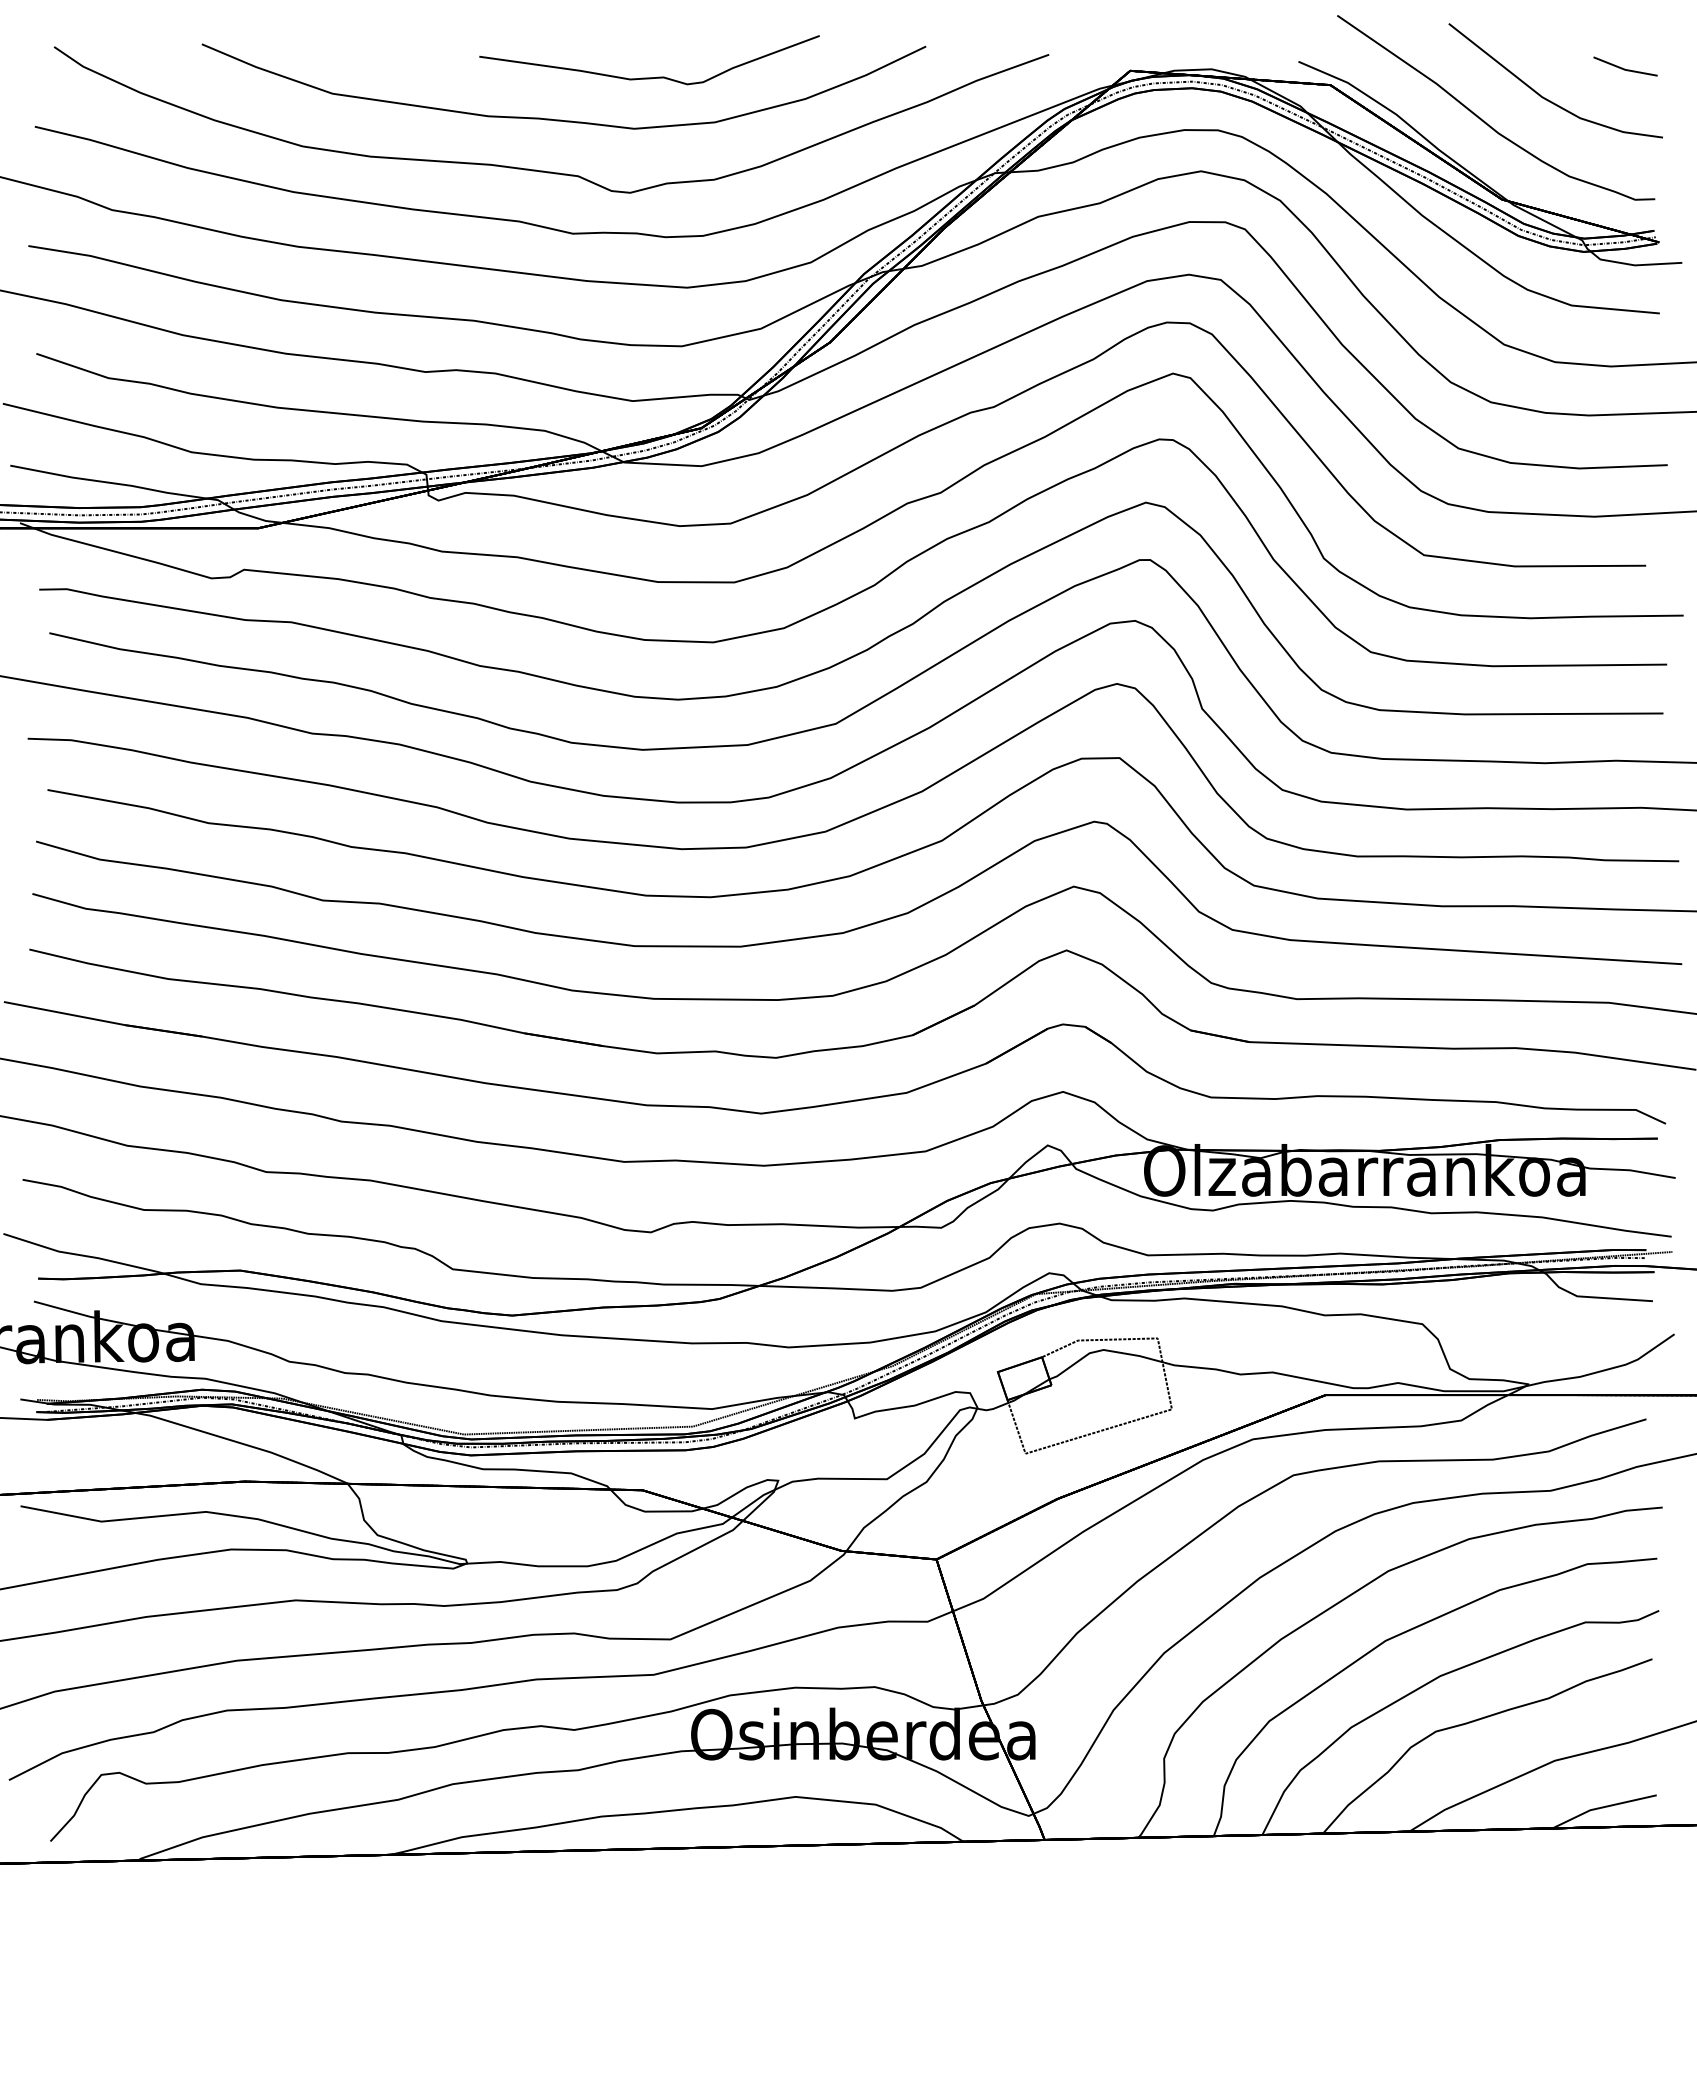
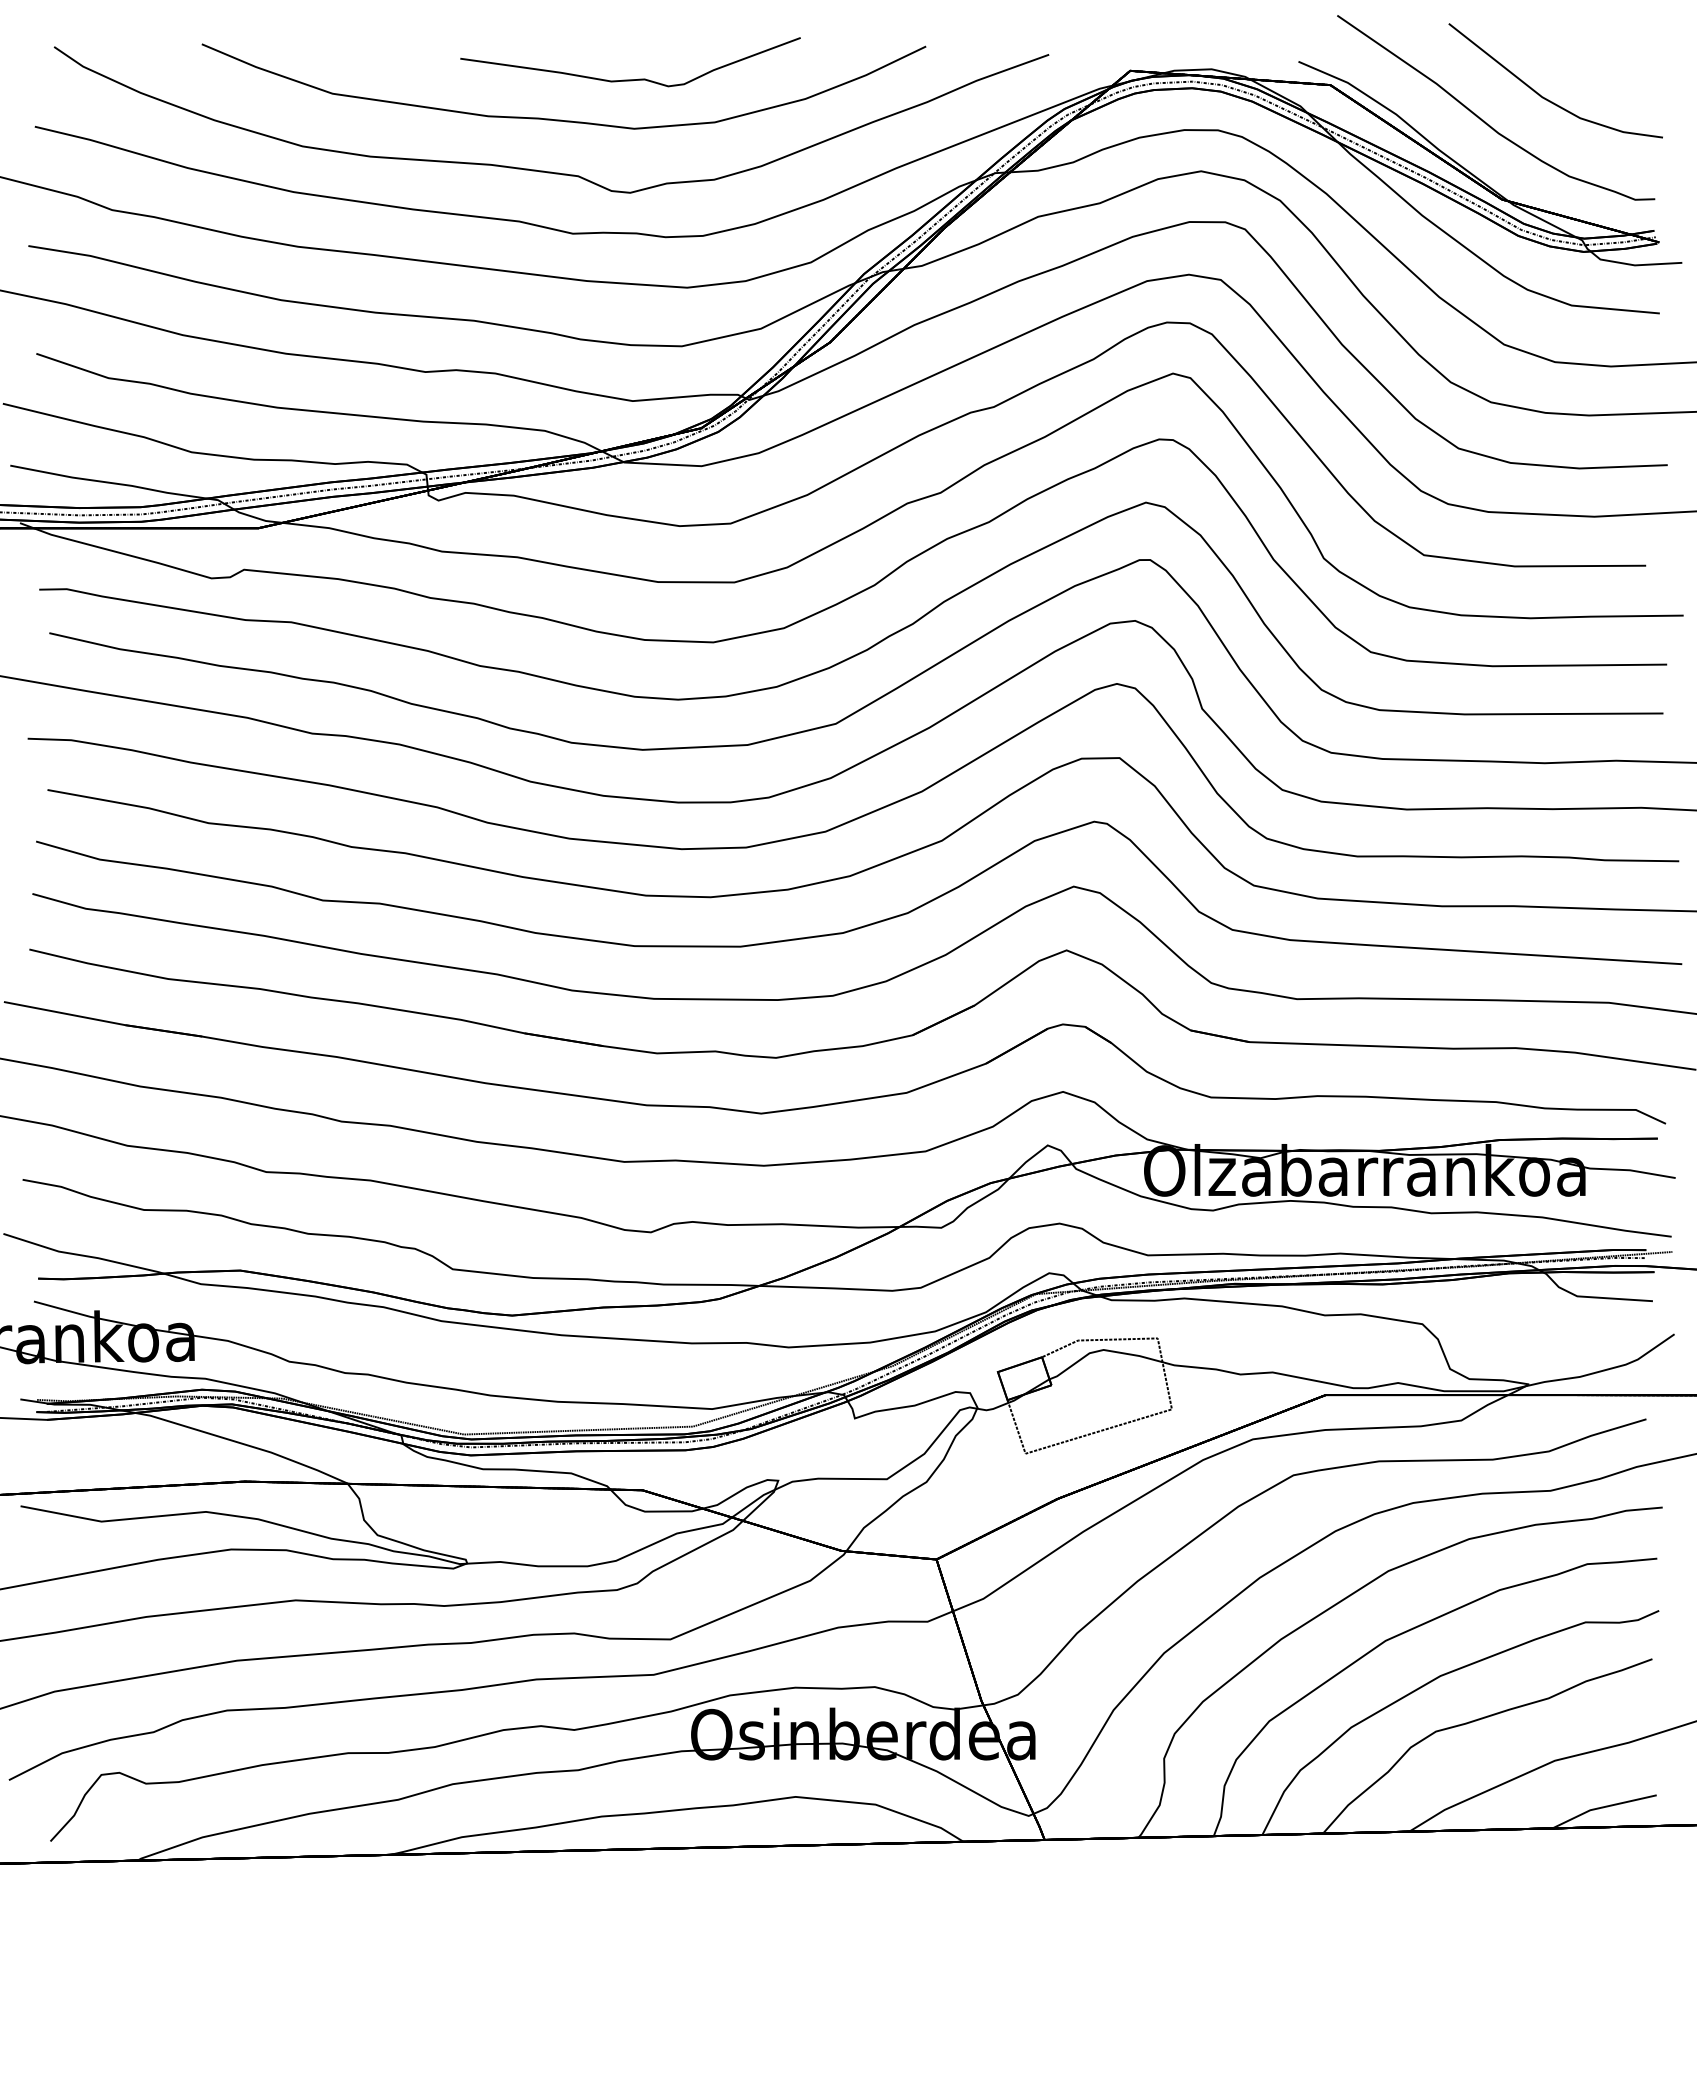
part at (1625, 66): present -> none
curve at (649, 77) position: (649, 77) -> (630, 79)
